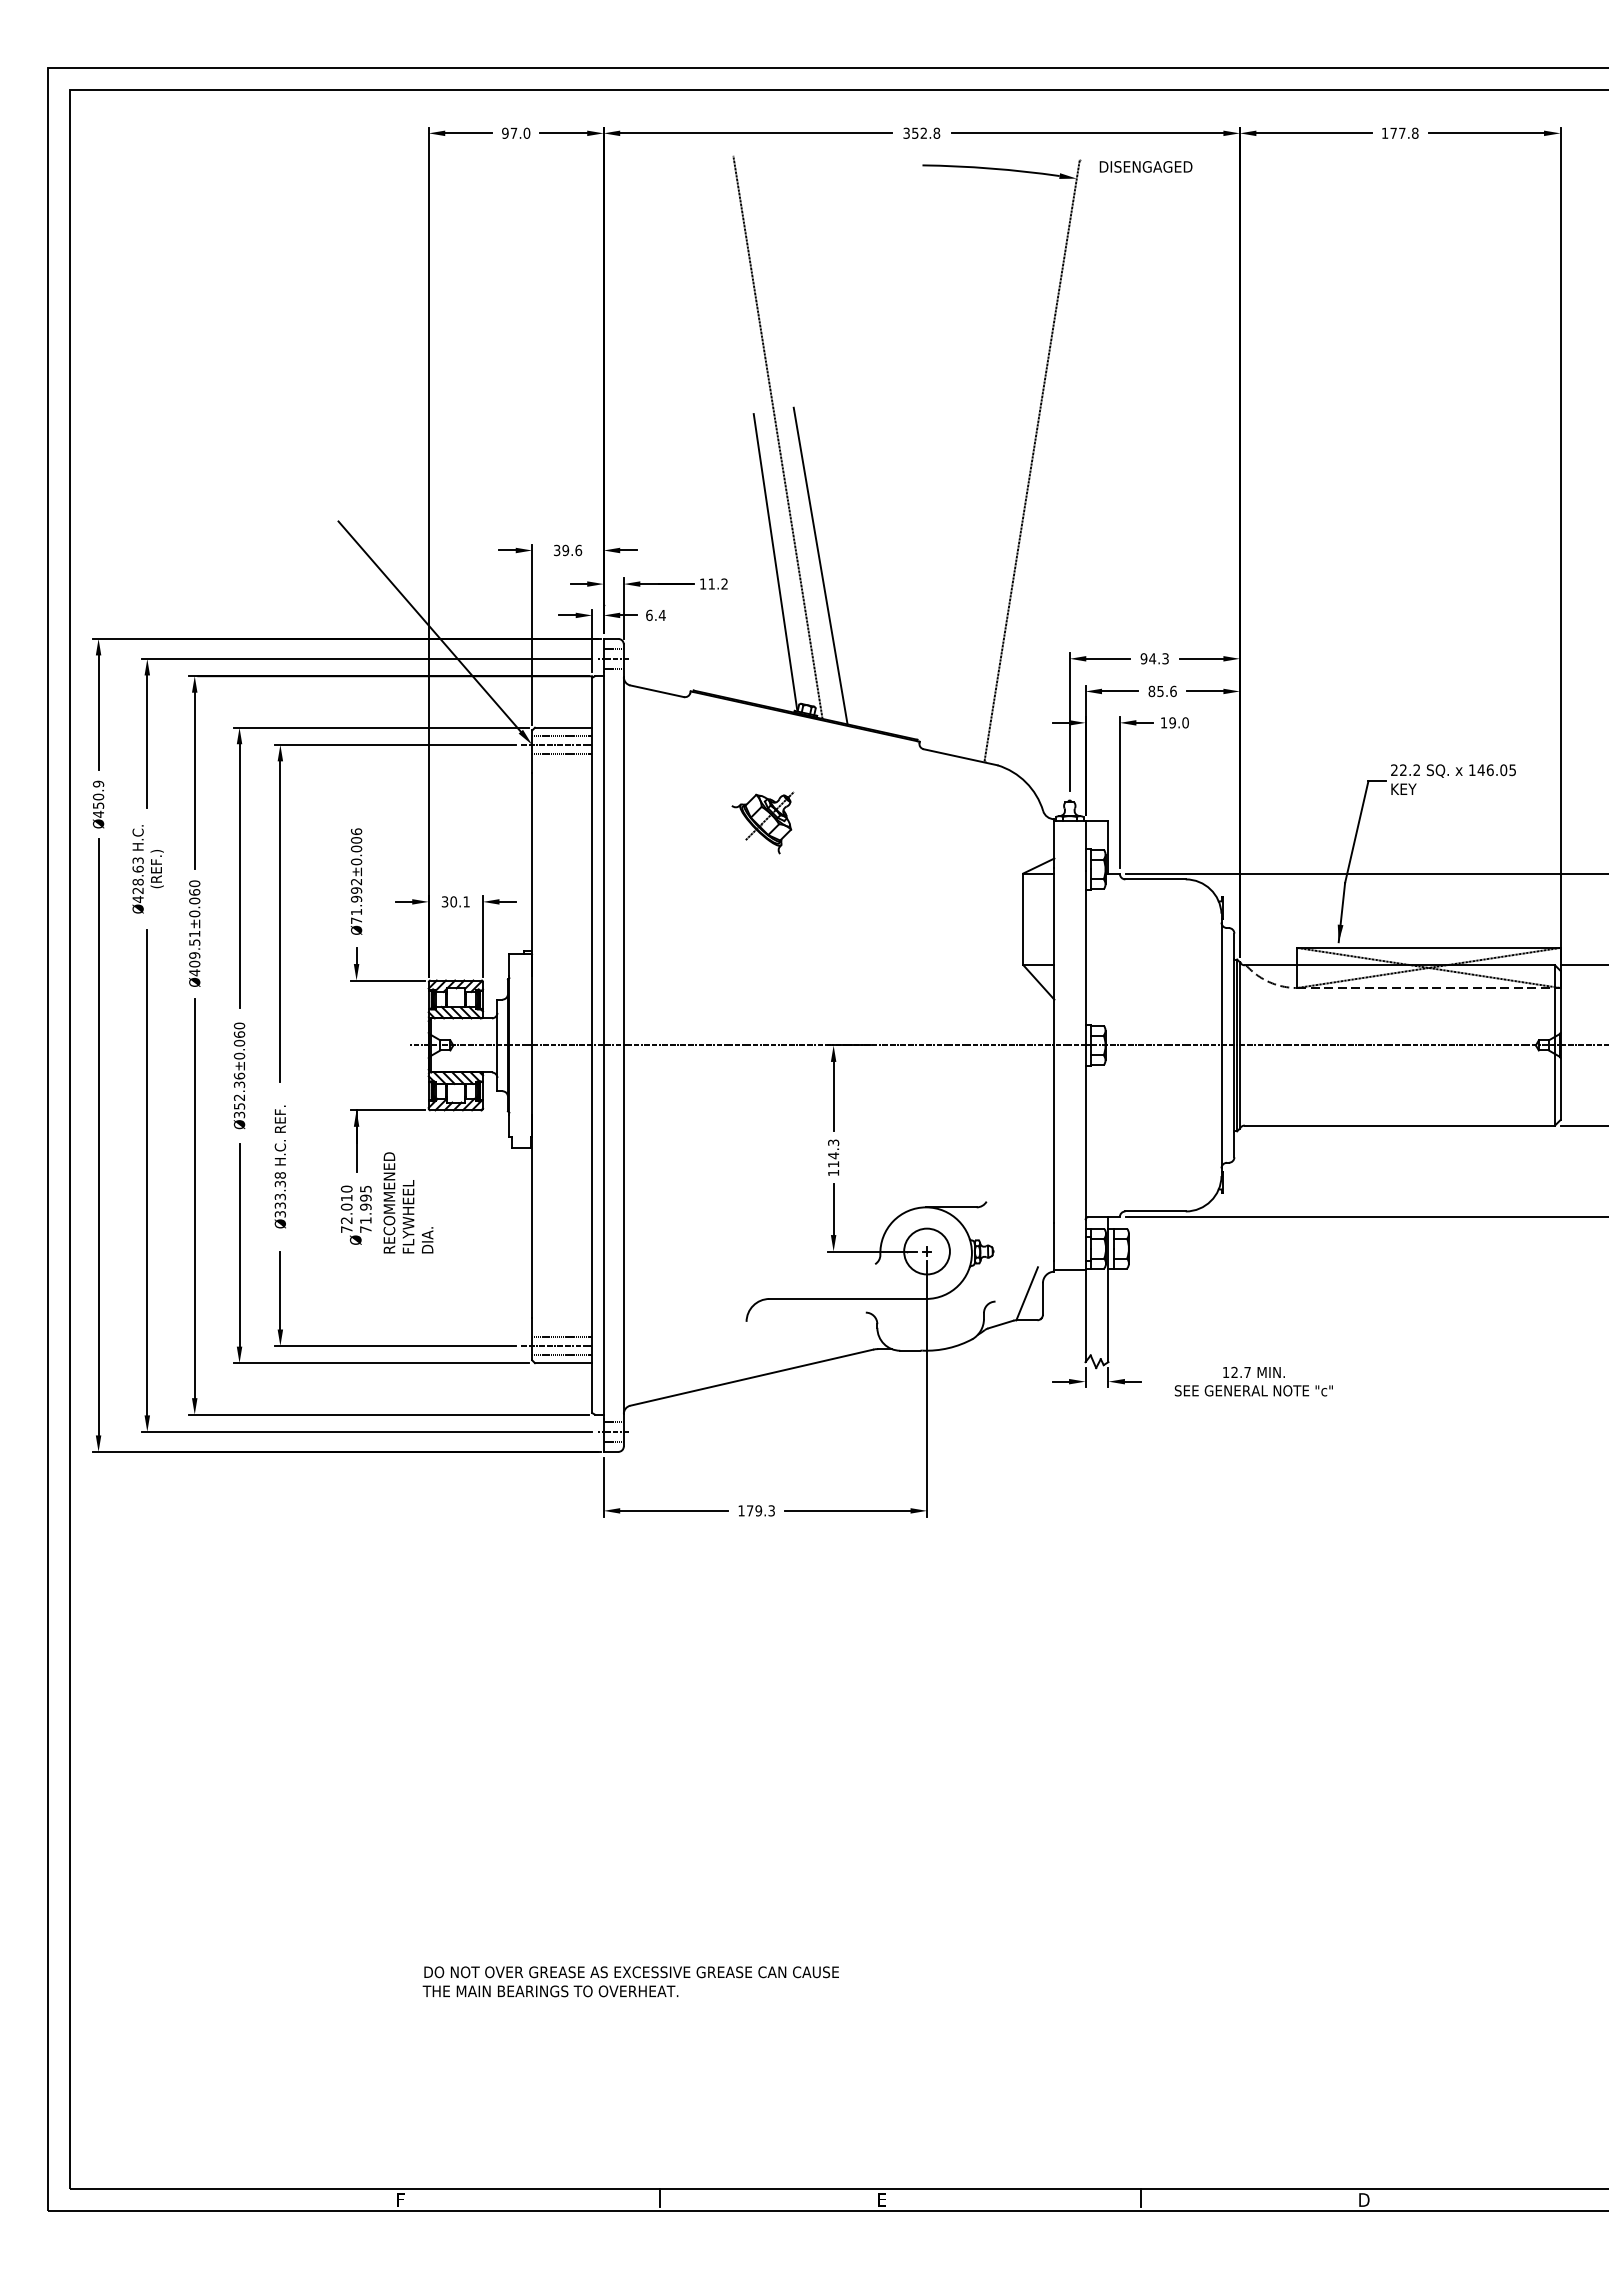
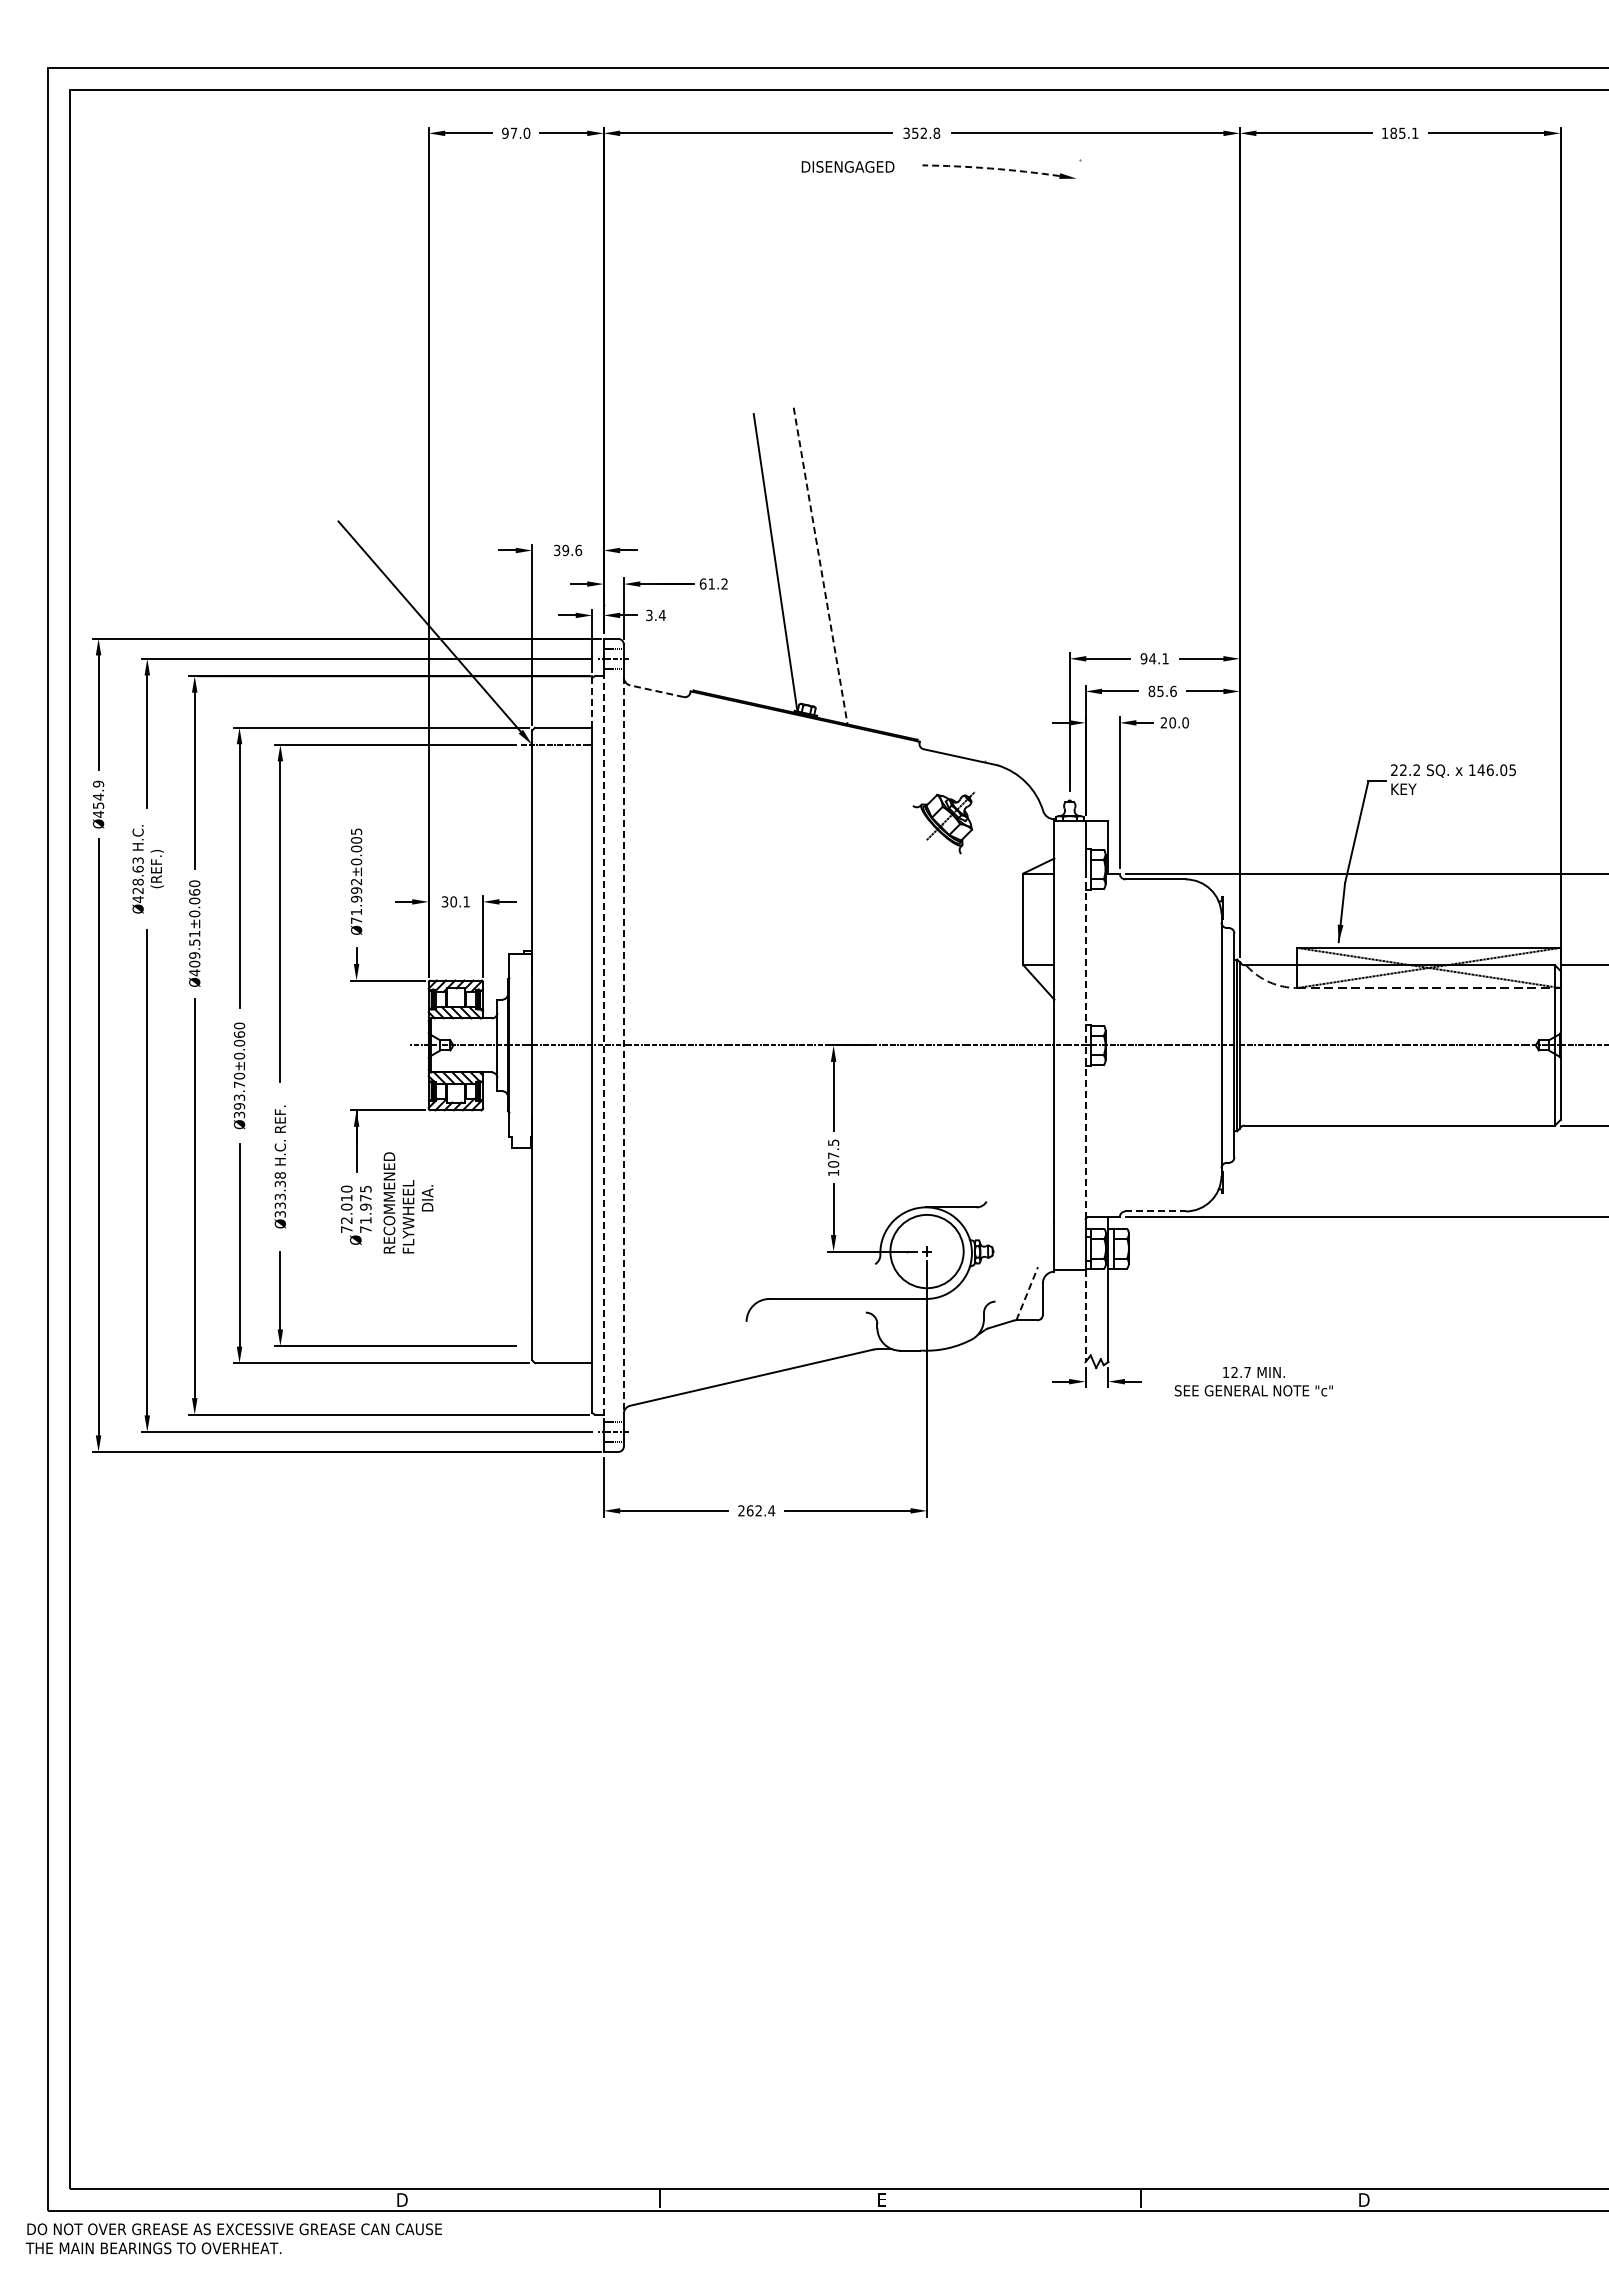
text at (1404, 132): 177.8 -> 185.1
text at (1145, 166) position: (1145, 166) -> (847, 166)
arc at (991, 168): solid -> dashed
line at (777, 436): present -> none
line at (1031, 460): present -> none
line at (820, 566): solid -> dashed
text at (702, 583): 11.2 -> 61.2
text at (649, 615): 6.4 -> 3.4
text at (1165, 658): 94.3 -> 94.1
line at (656, 691): solid -> dashed
line at (592, 702): solid -> dashed
text at (1167, 722): 19.0 -> 20.0
line at (562, 735): present -> none
line at (562, 754): present -> none
text at (98, 796): Ø450.9 -> Ø454.9
part at (762, 822) position: (762, 822) -> (943, 822)
text at (356, 831): Ø71.992±0.006 -> Ø71.992±0.005
line at (603, 1045): solid -> dashed
line at (1085, 1045): solid -> dashed
line at (623, 1046): solid -> dashed
text at (239, 1090): Ø352.36±0.060 -> Ø393.70±0.060
text at (833, 1153): 114.3 -> 107.5
text at (365, 1197): 71.995 -> 71.975
line at (1156, 1211): solid -> dashed
text at (427, 1240) position: (427, 1240) -> (427, 1198)
circle at (926, 1251) diameter: 46 px -> 73 px
line at (1027, 1293): solid -> dashed
line at (1085, 1316): solid -> dashed
line at (562, 1336): present -> none
line at (556, 1346): present -> none
line at (562, 1355): present -> none
text at (756, 1510): 179.3 -> 262.4
text at (630, 1981) position: (630, 1981) -> (233, 2238)
text at (402, 2199): F -> D
